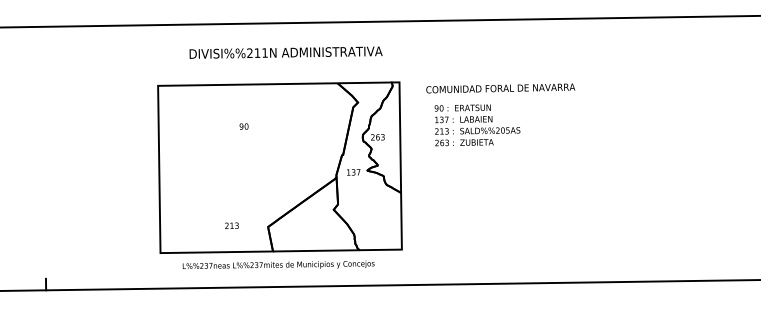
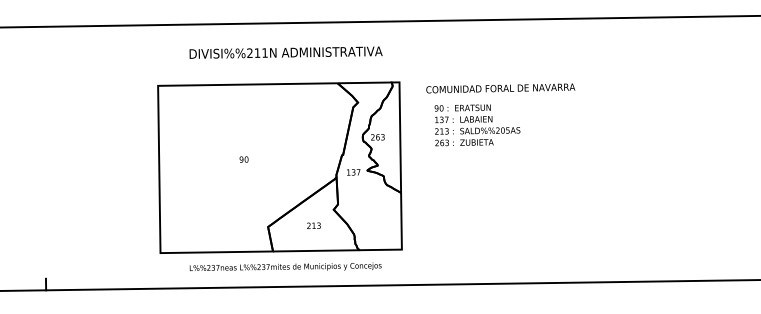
text at (243, 126) position: (243, 126) -> (243, 159)
text at (231, 225) position: (231, 225) -> (313, 225)
text at (278, 264) position: (278, 264) -> (285, 266)
